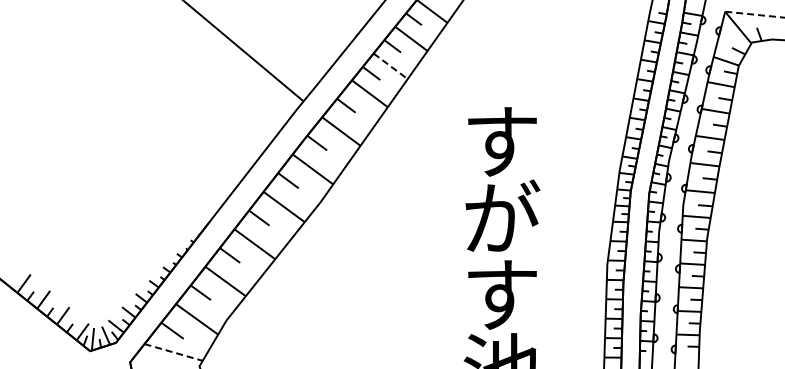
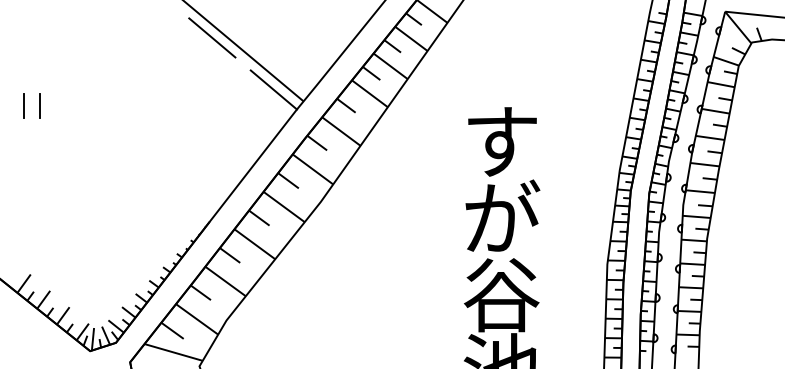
line at (754, 14): dashed -> solid
line at (212, 37): none -> present
line at (391, 66): dashed -> solid
line at (273, 89): none -> present
line at (24, 105): none -> present
line at (40, 105): none -> present
text at (501, 295): す -> 谷
line at (174, 352): dashed -> solid
